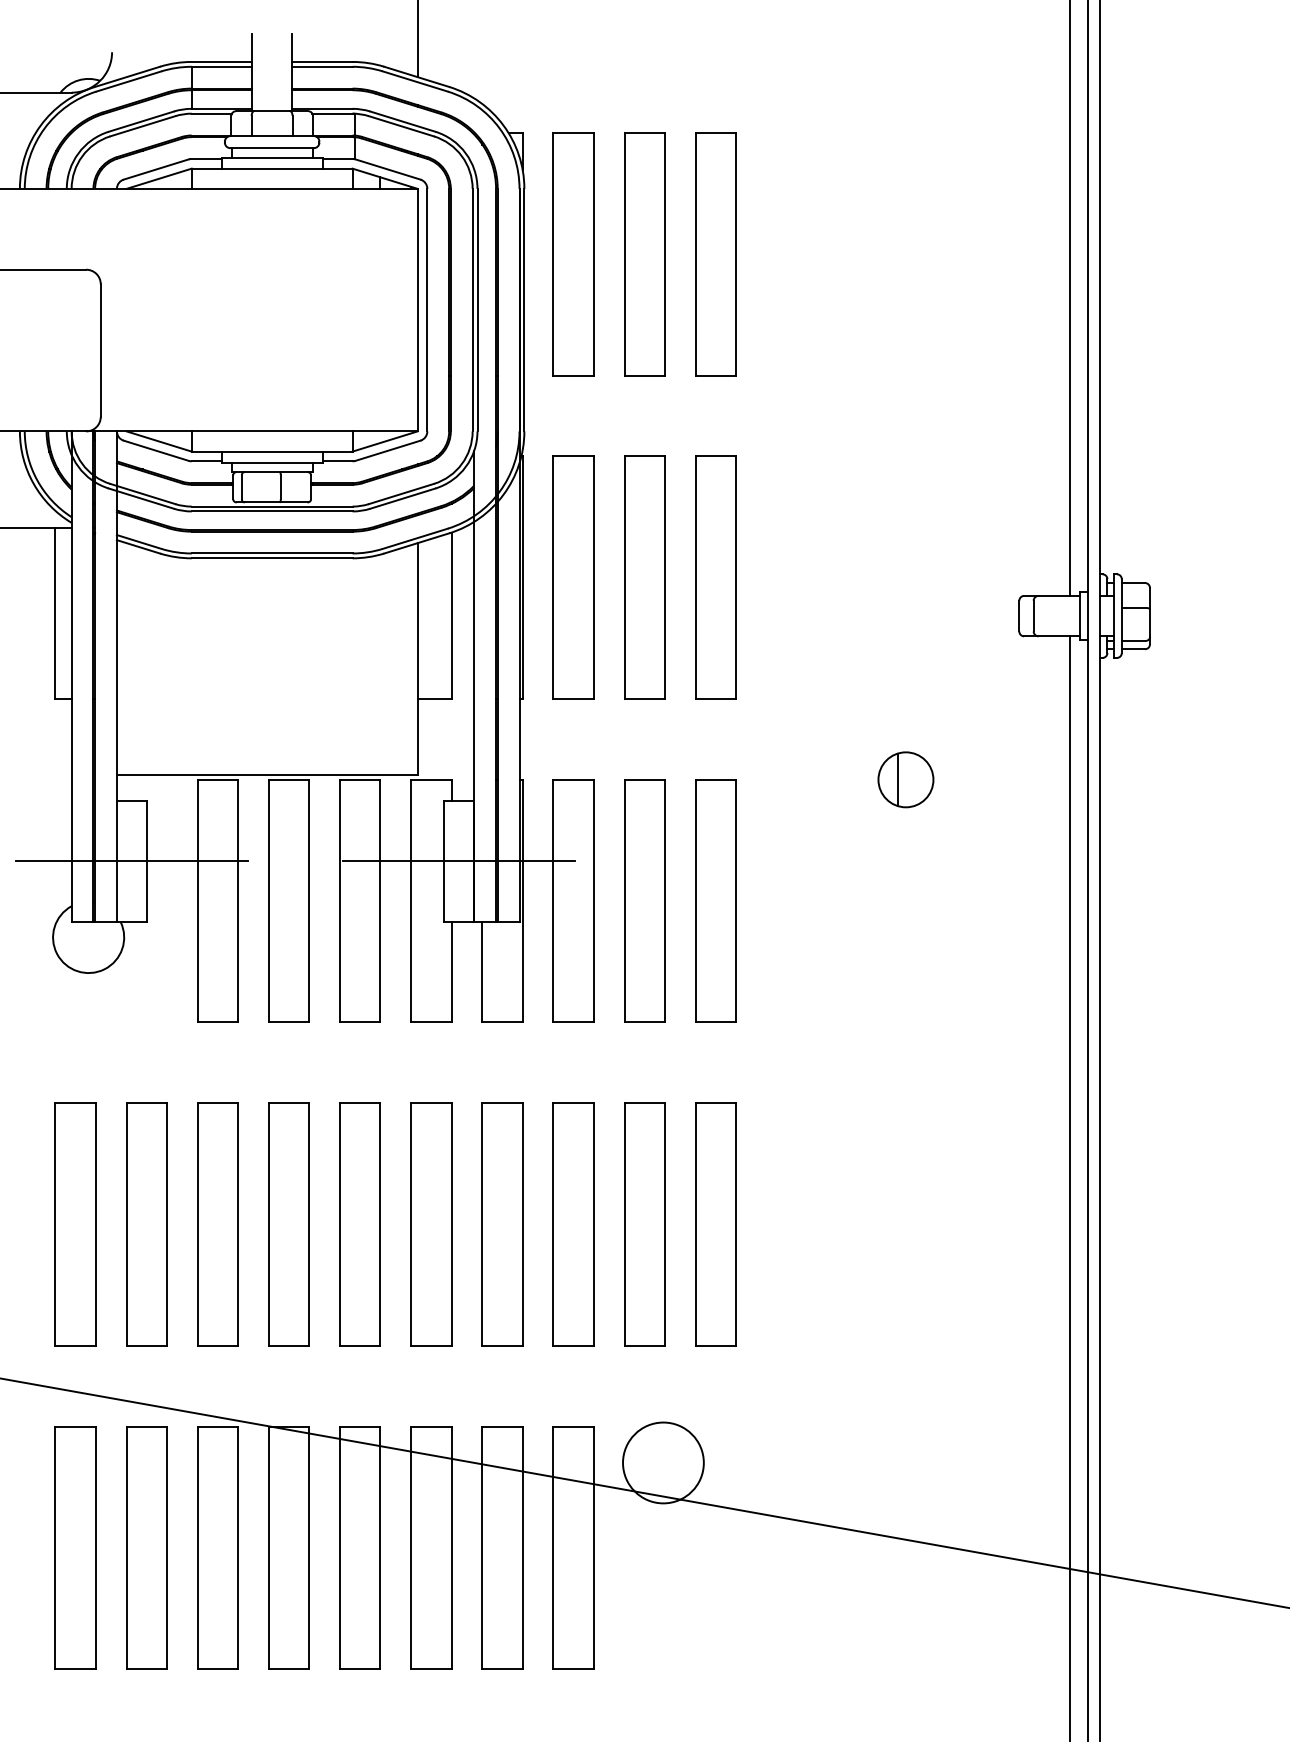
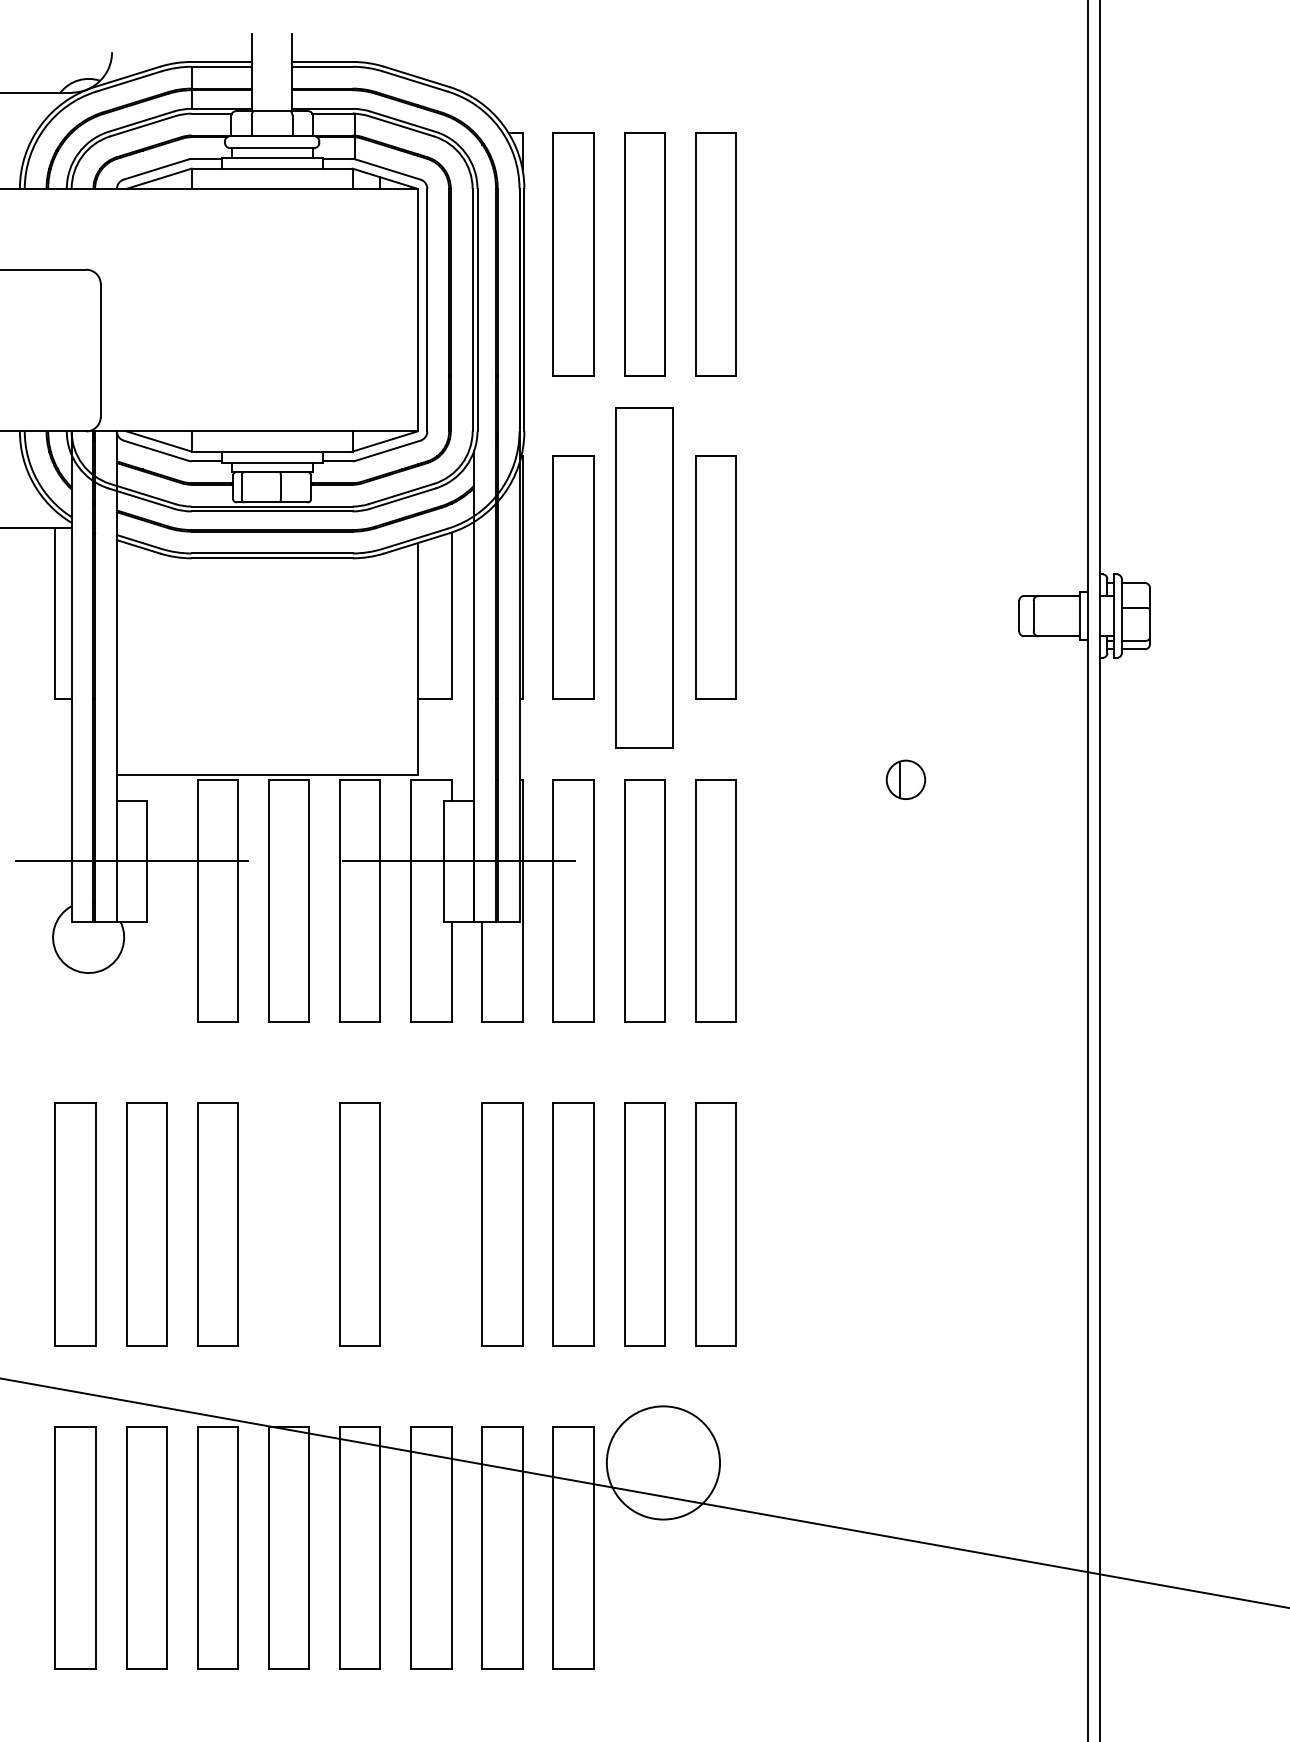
line at (417, 39): present -> none
line at (1070, 298): present -> none
part at (644, 577) size: 42x245 px -> 59x342 px
part at (905, 779) size: 58x58 px -> 42x41 px
line at (1070, 1187): present -> none
part at (288, 1224): present -> none
part at (431, 1224): present -> none
circle at (663, 1462) diameter: 81 px -> 113 px
